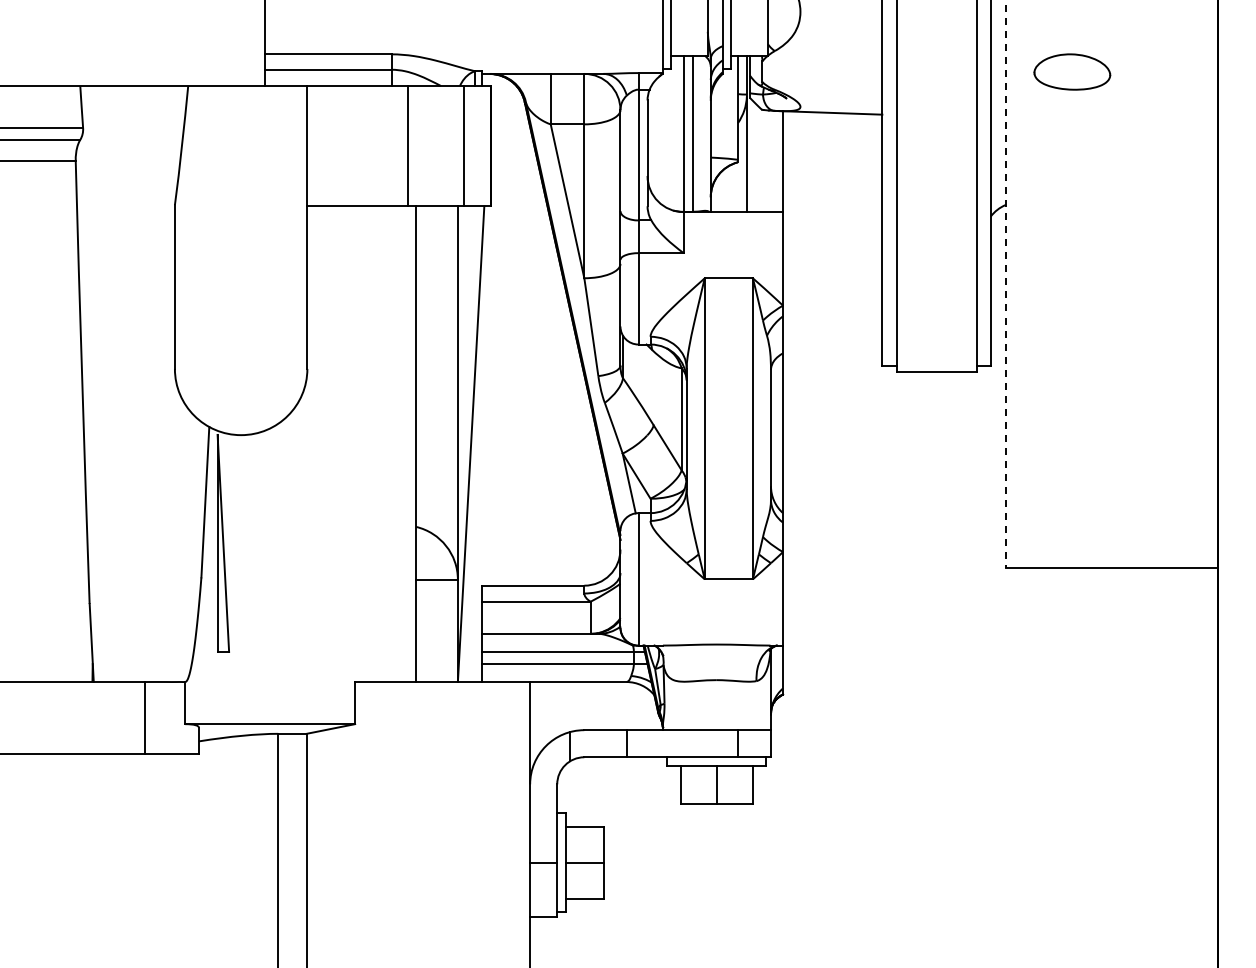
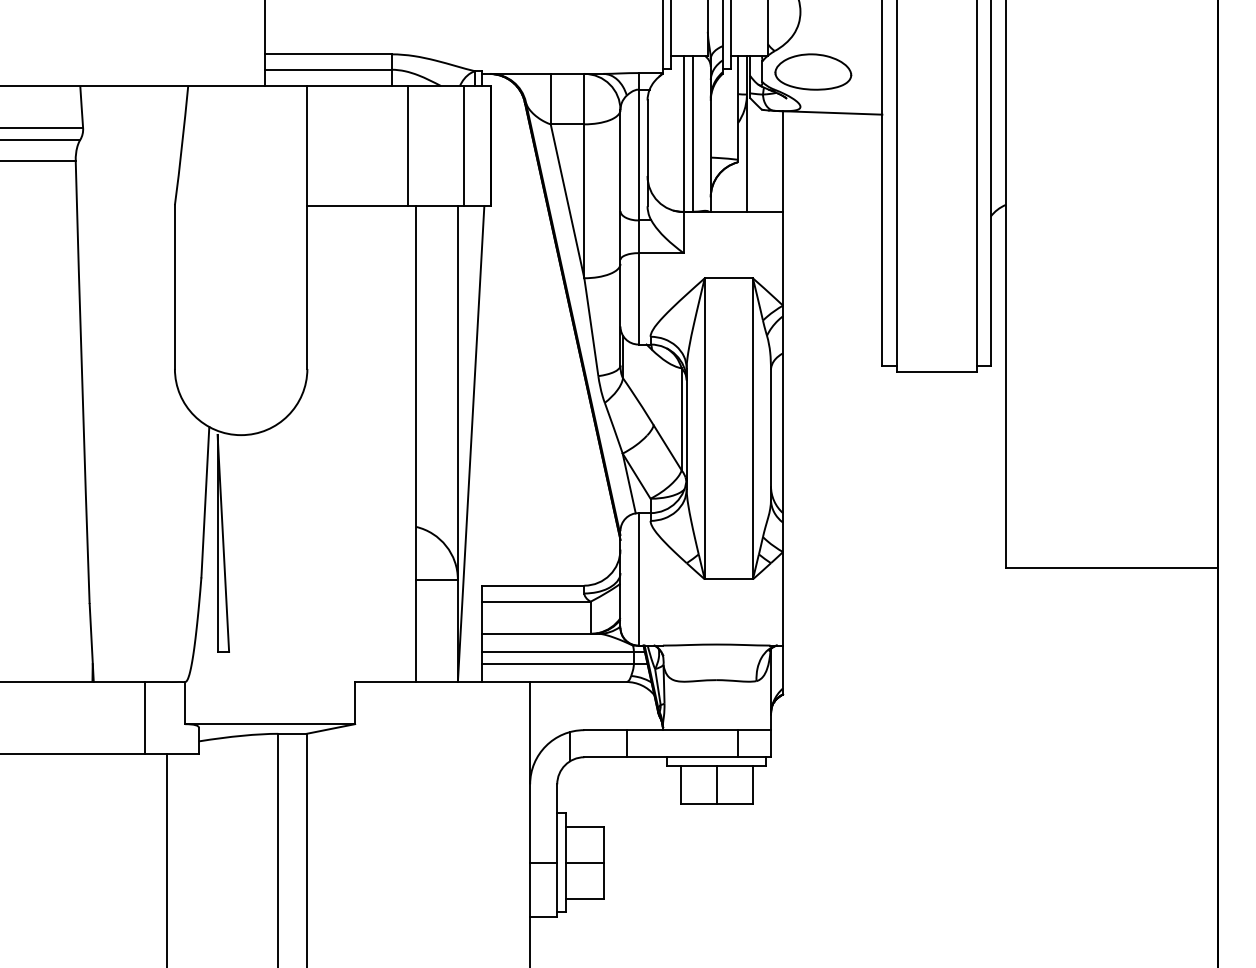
part at (1072, 71) position: (1072, 71) -> (813, 71)
line at (1005, 284): dashed -> solid
line at (167, 859): none -> present
